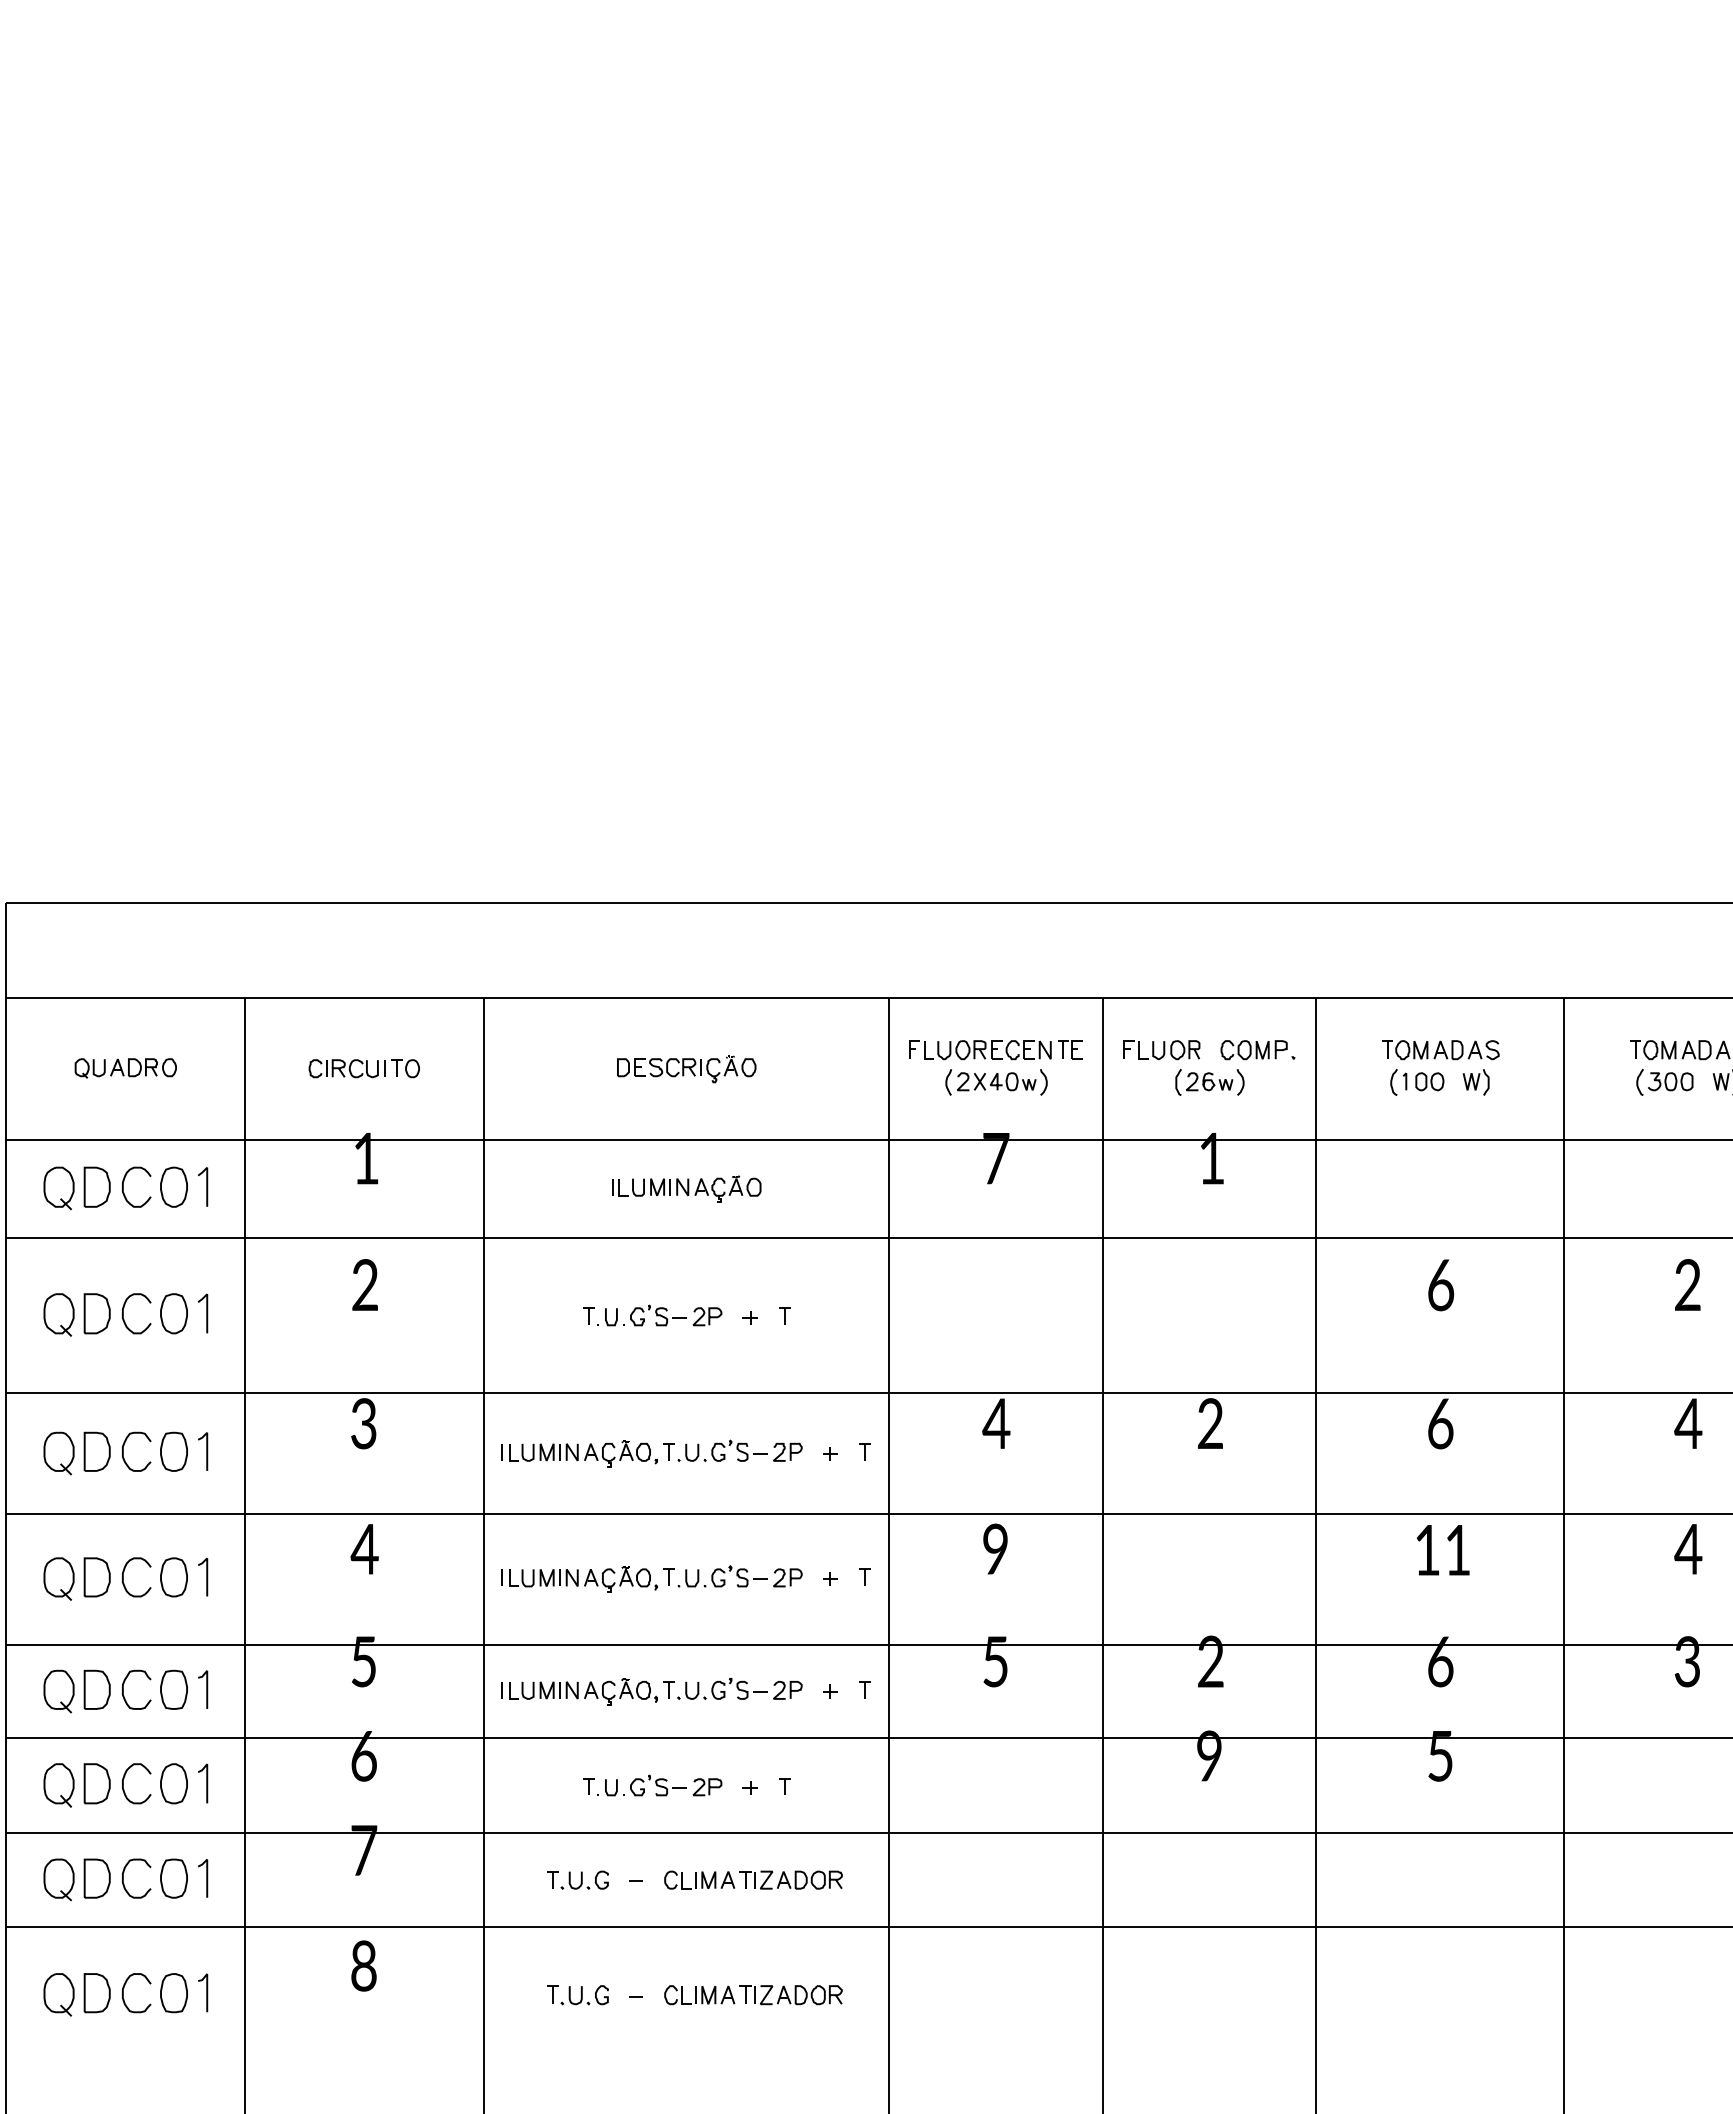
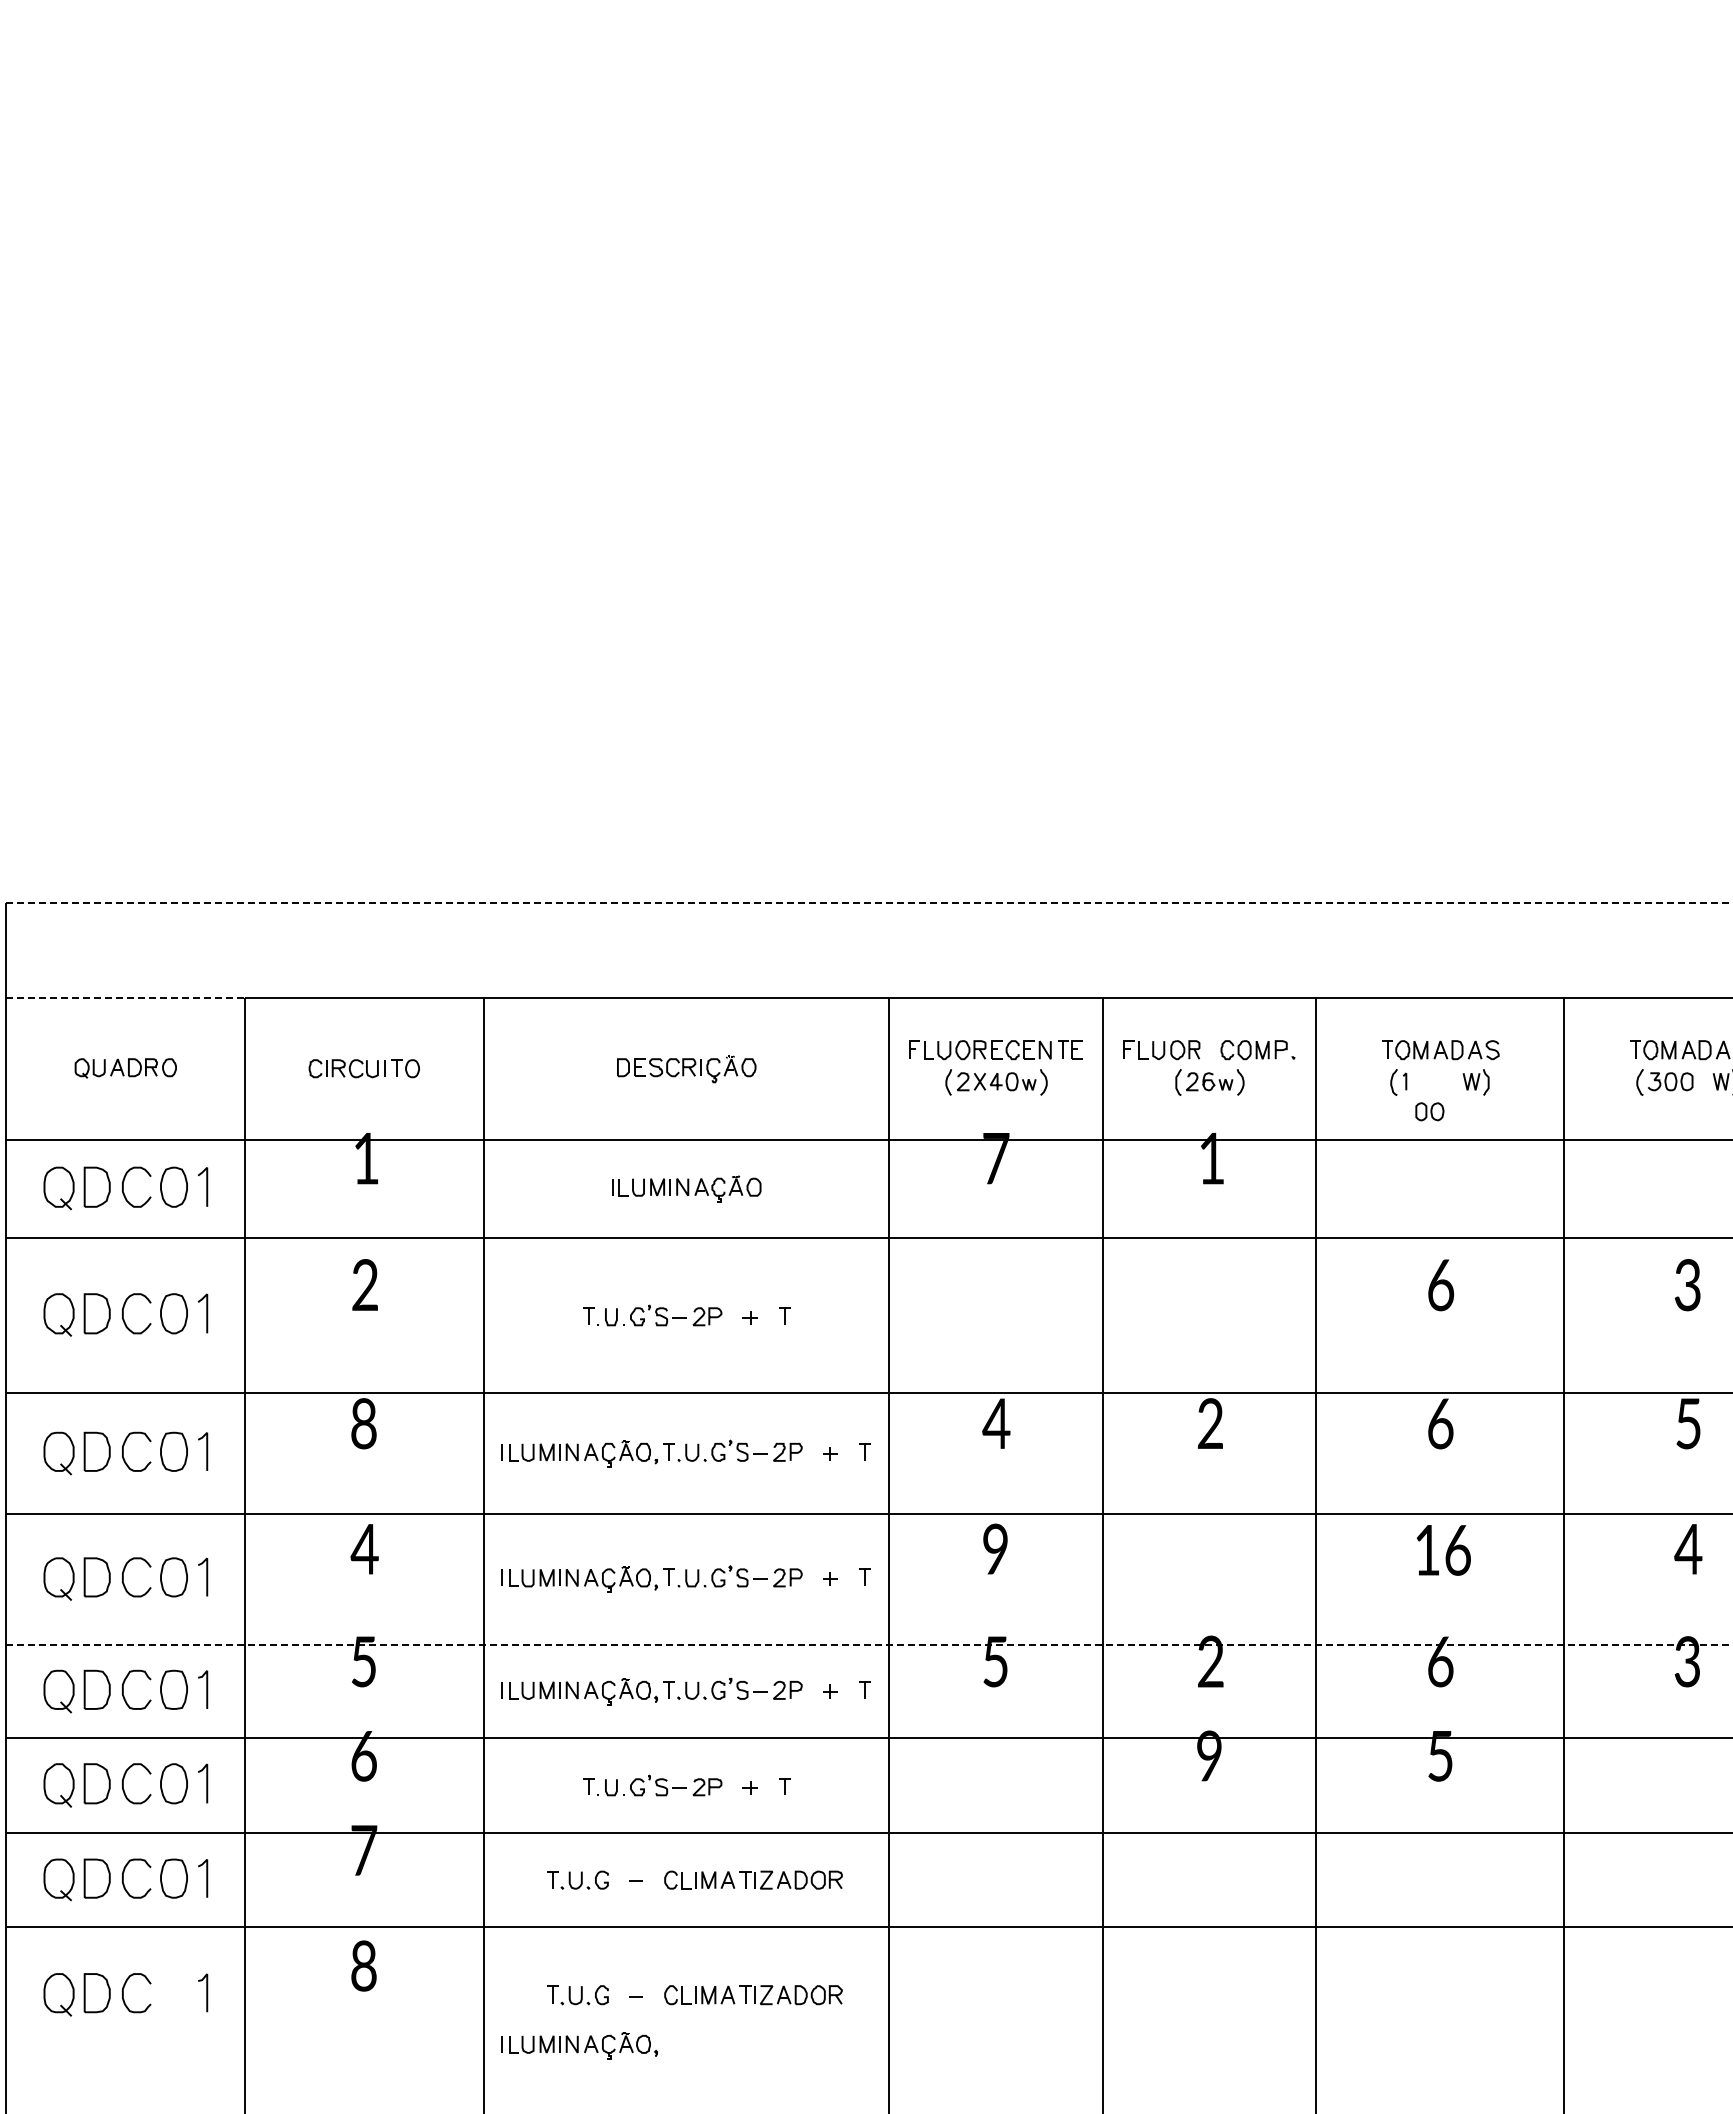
line at (869, 902): solid -> dashed
line at (125, 997): solid -> dashed
part at (1429, 1081) position: (1429, 1081) -> (1429, 1111)
text at (1687, 1285): 2 -> 3
text at (363, 1423): 3 -> 8
text at (1688, 1423): 4 -> 5
text at (1457, 1550): 11 -> 16
line at (869, 1644): solid -> dashed
part at (173, 1993): present -> none
part at (579, 2045): none -> present
